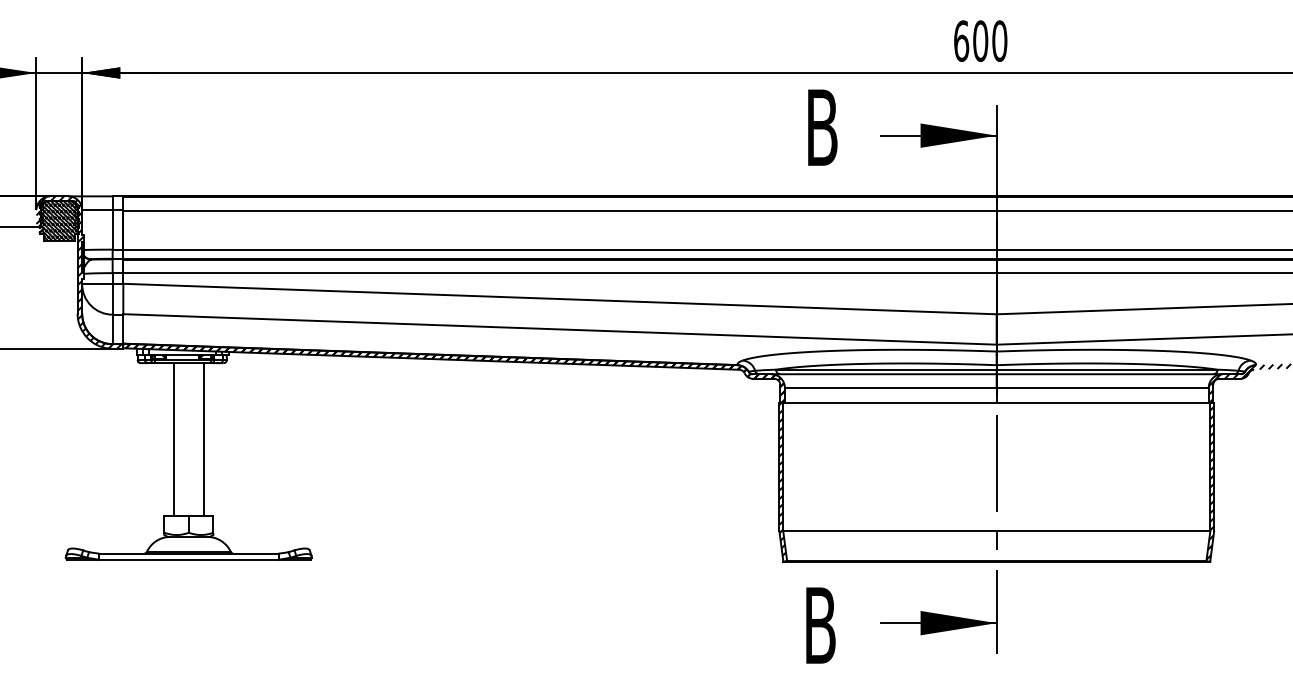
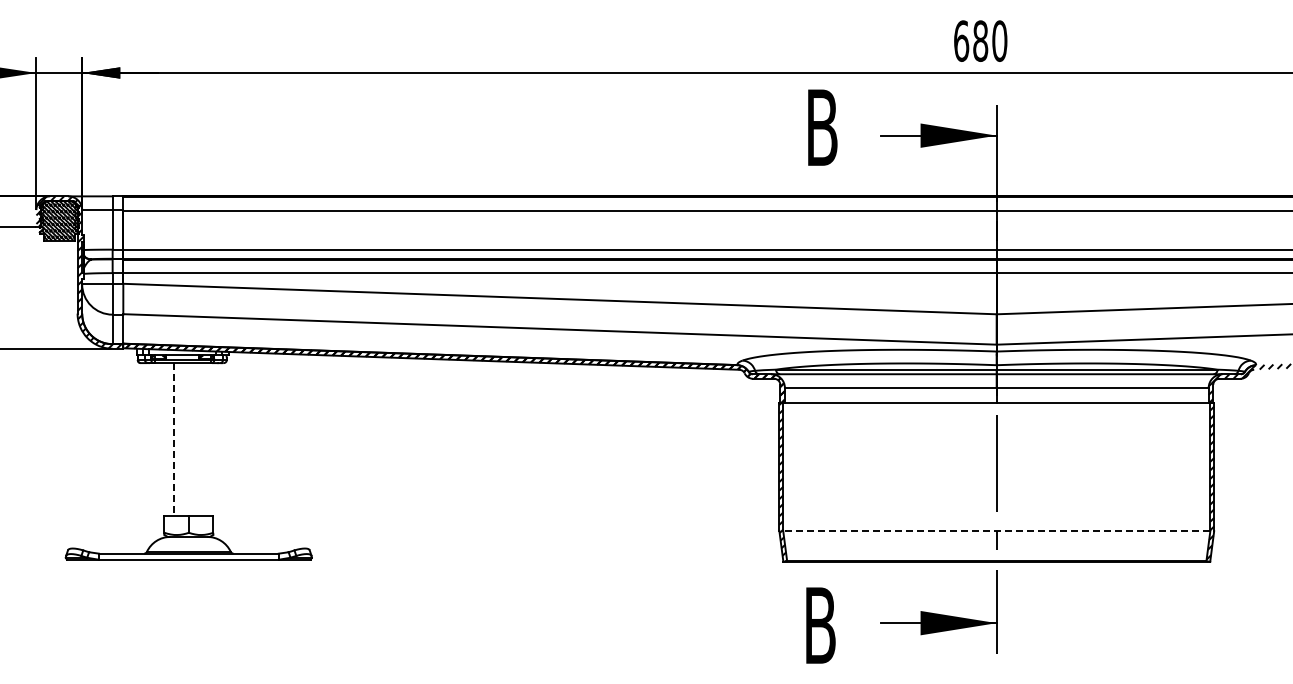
text at (980, 40): 600 -> 680
line at (173, 439): solid -> dashed
line at (204, 439): present -> none
line at (996, 531): solid -> dashed
